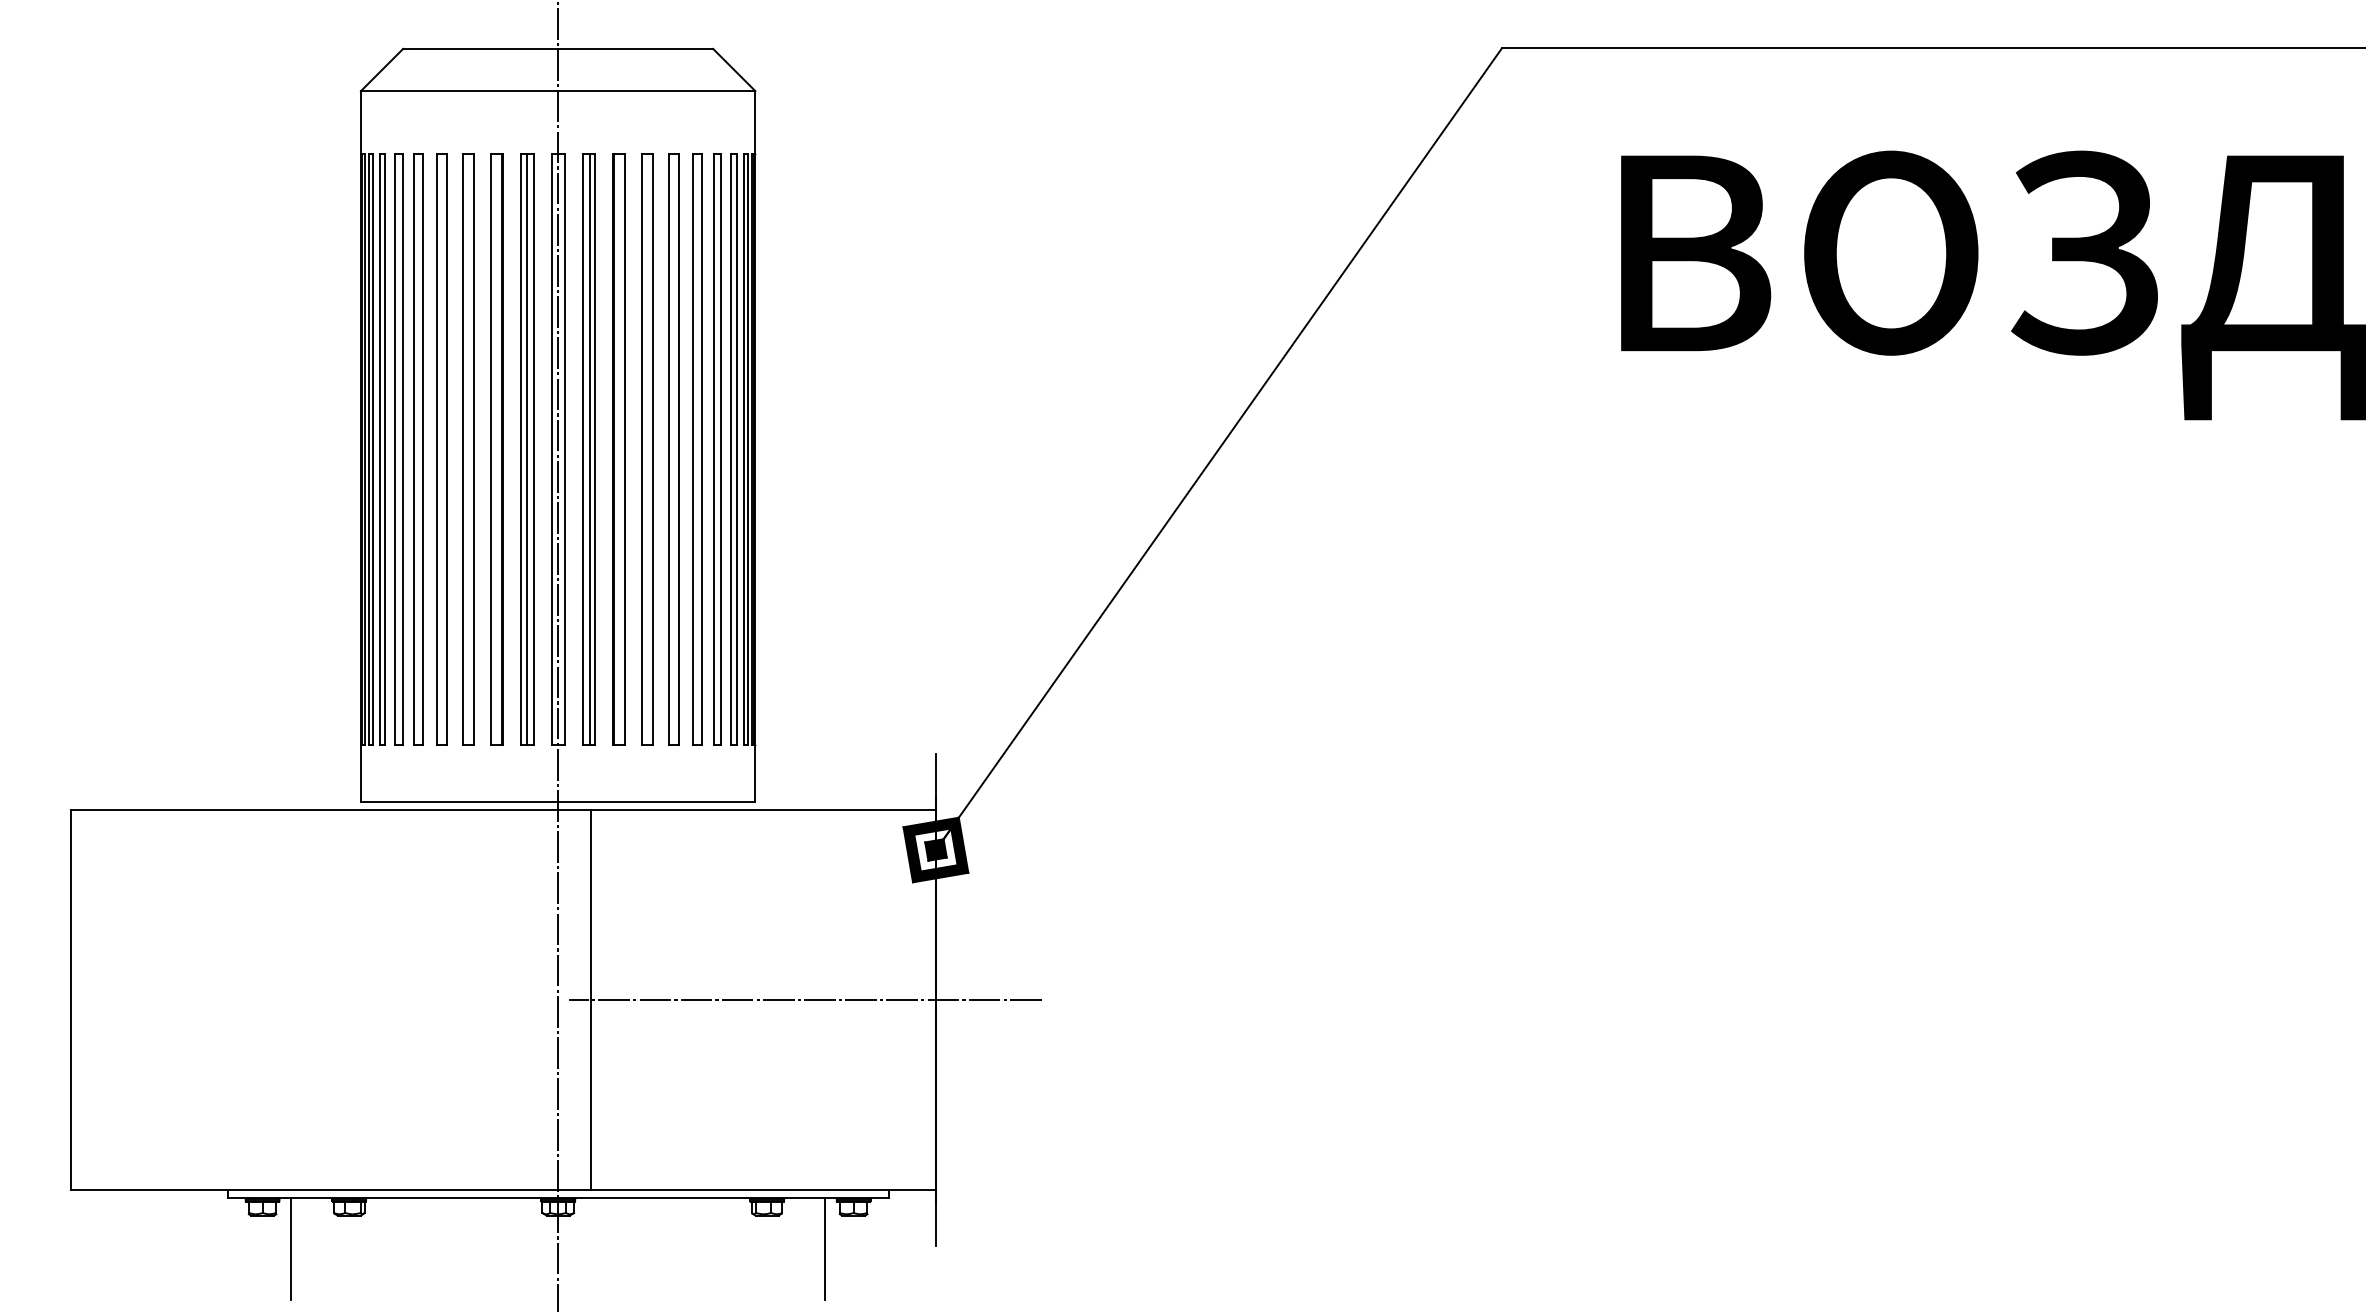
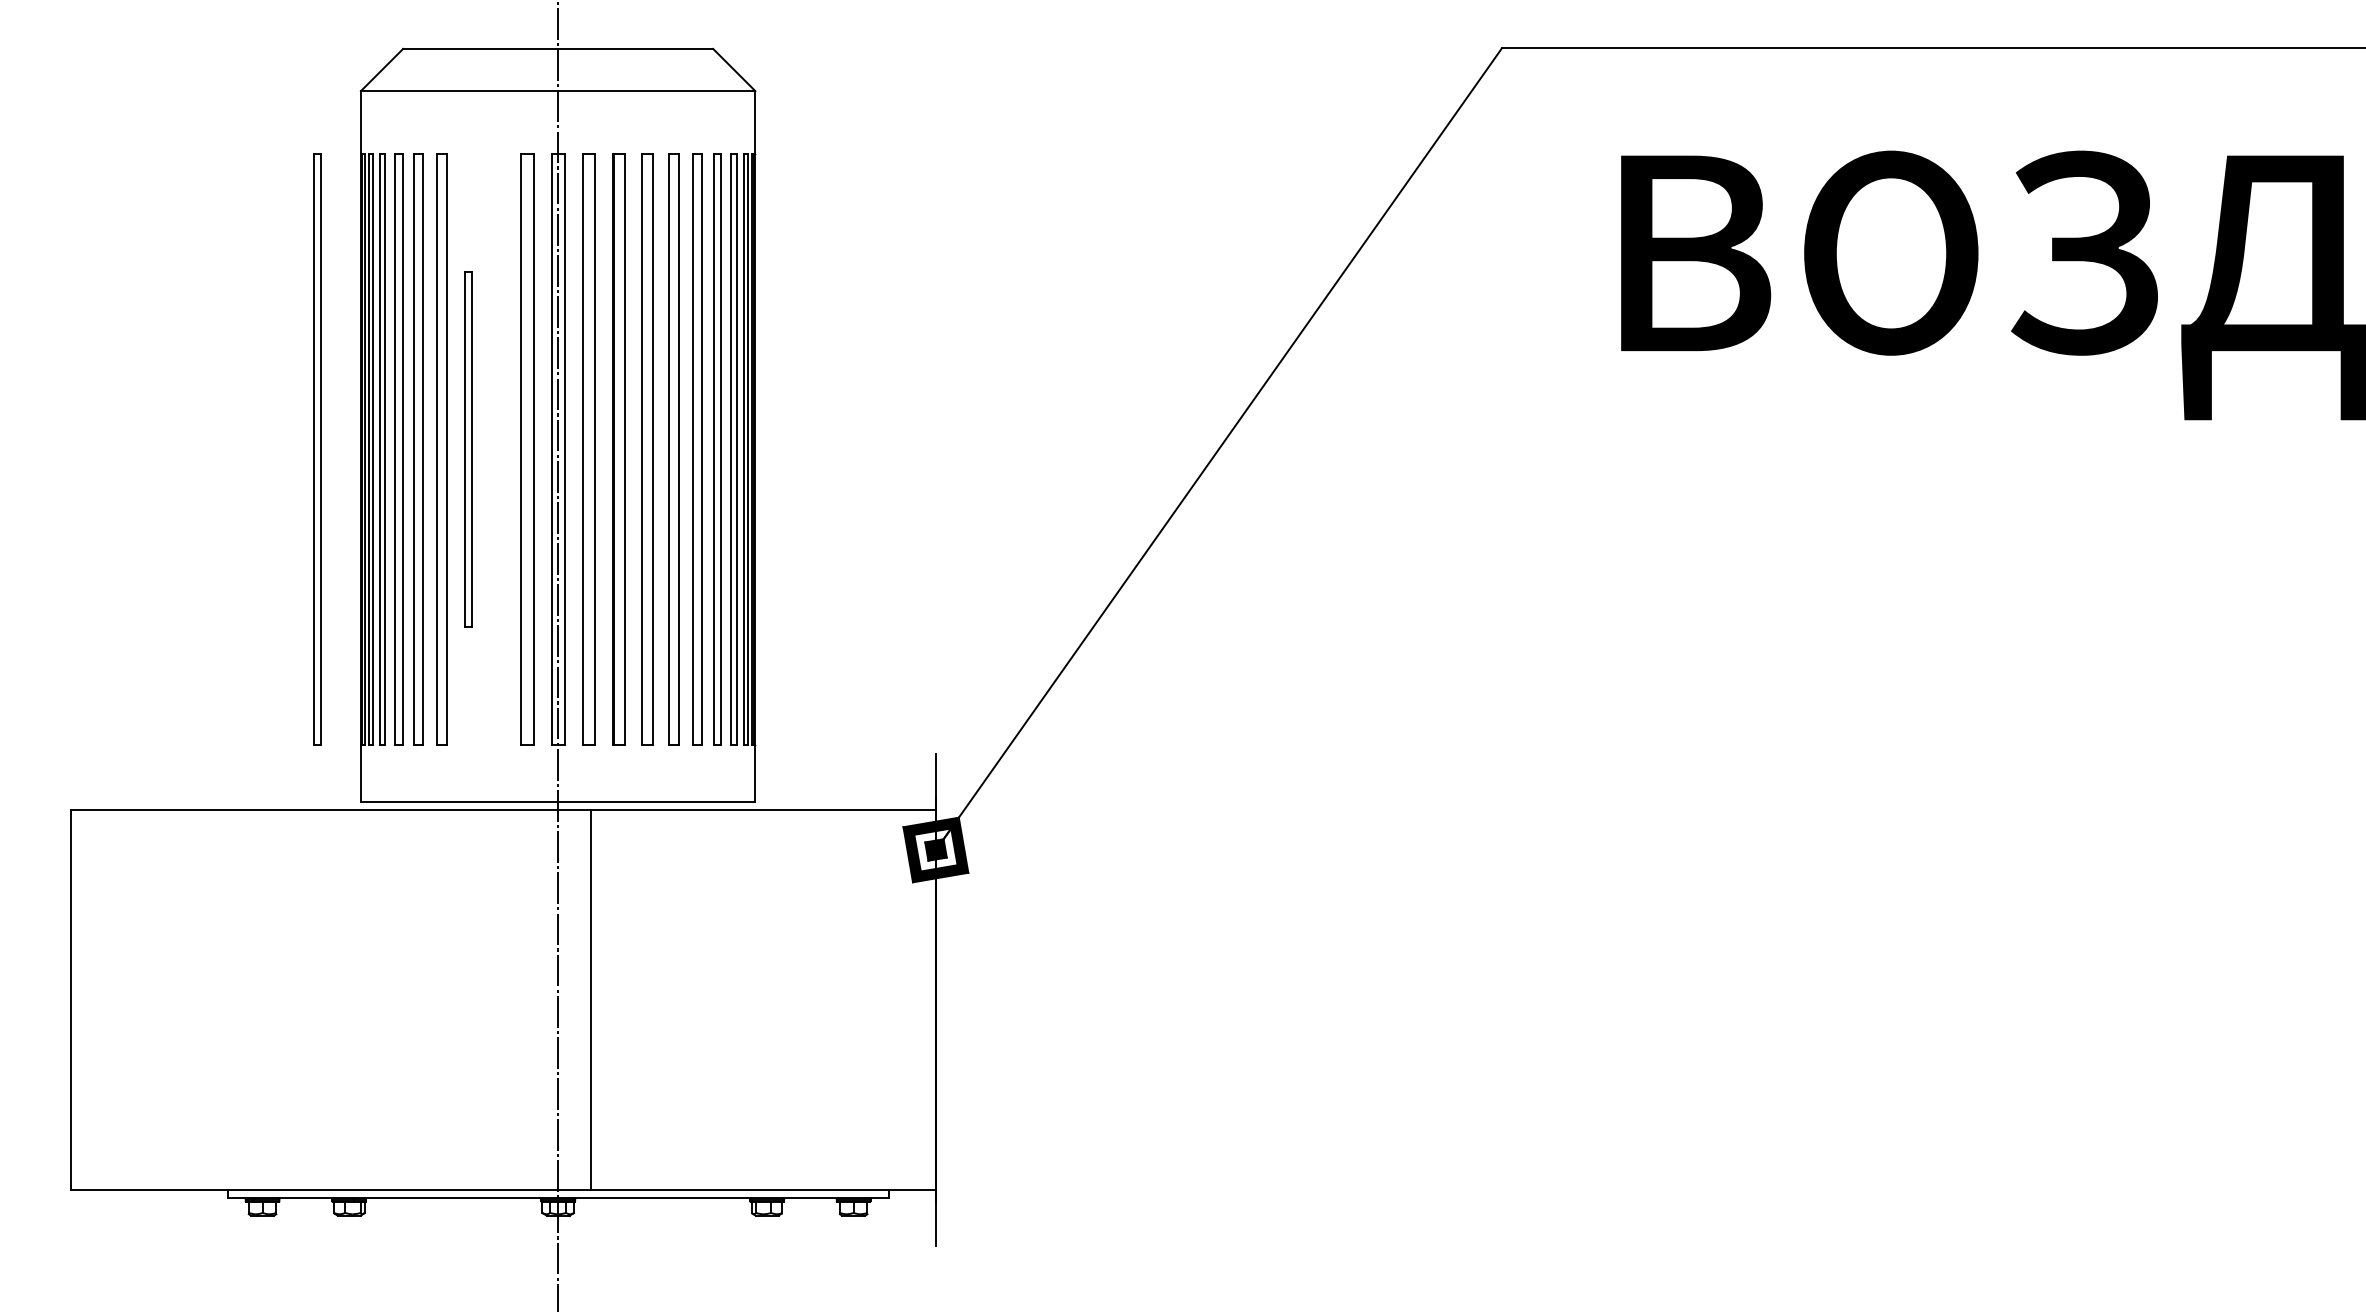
part at (317, 449): none -> present
part at (468, 449) size: 13x593 px -> 9x357 px
part at (496, 449): present -> none
line at (526, 449): present -> none
line at (589, 449): present -> none
line at (804, 999): present -> none
line at (291, 1248): present -> none
line at (825, 1248): present -> none
